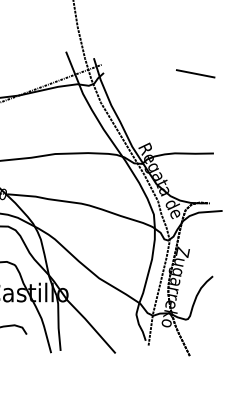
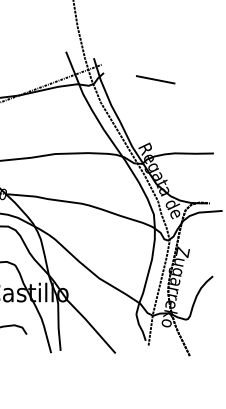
line at (195, 73) position: (195, 73) -> (155, 79)
